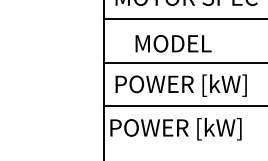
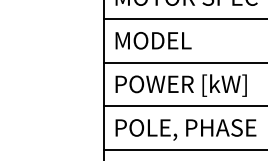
text at (173, 43) position: (173, 43) -> (153, 40)
text at (183, 128): POWER [kW] -> POLE, PHASE
line at (183, 149): none -> present
